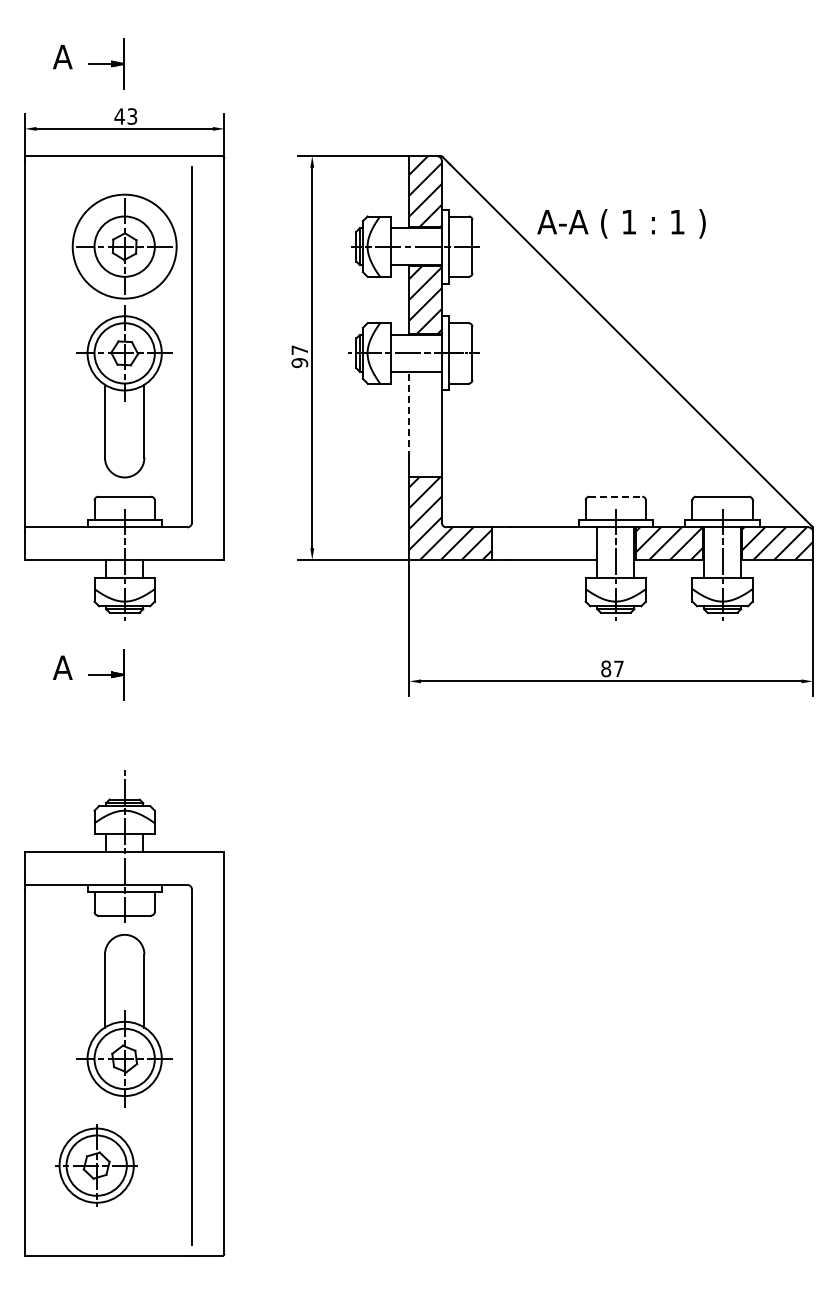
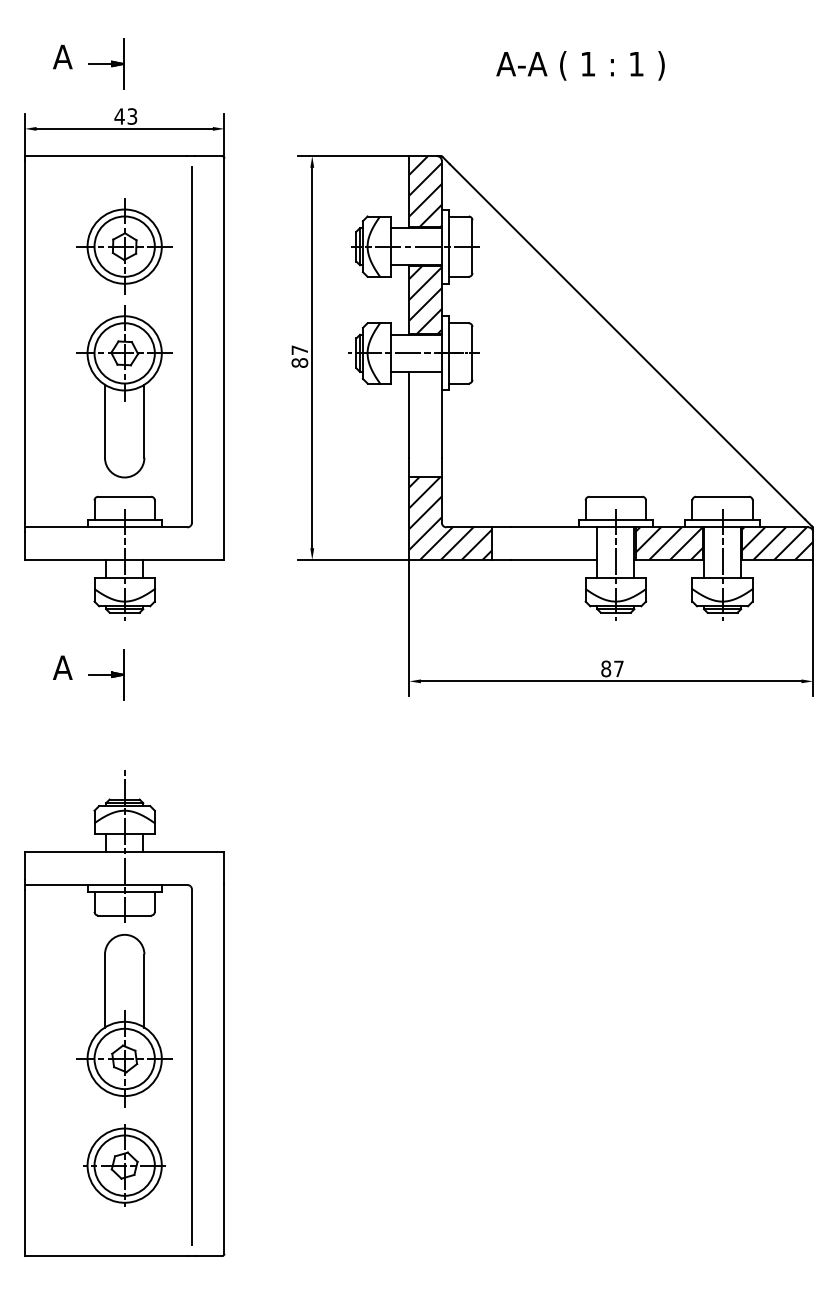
text at (621, 223) position: (621, 223) -> (580, 65)
circle at (124, 246) diameter: 104 px -> 74 px
text at (299, 362): 97 -> 87
line at (409, 414): dashed -> solid
line at (616, 496): dashed -> solid
part at (96, 1165) position: (96, 1165) -> (124, 1165)
